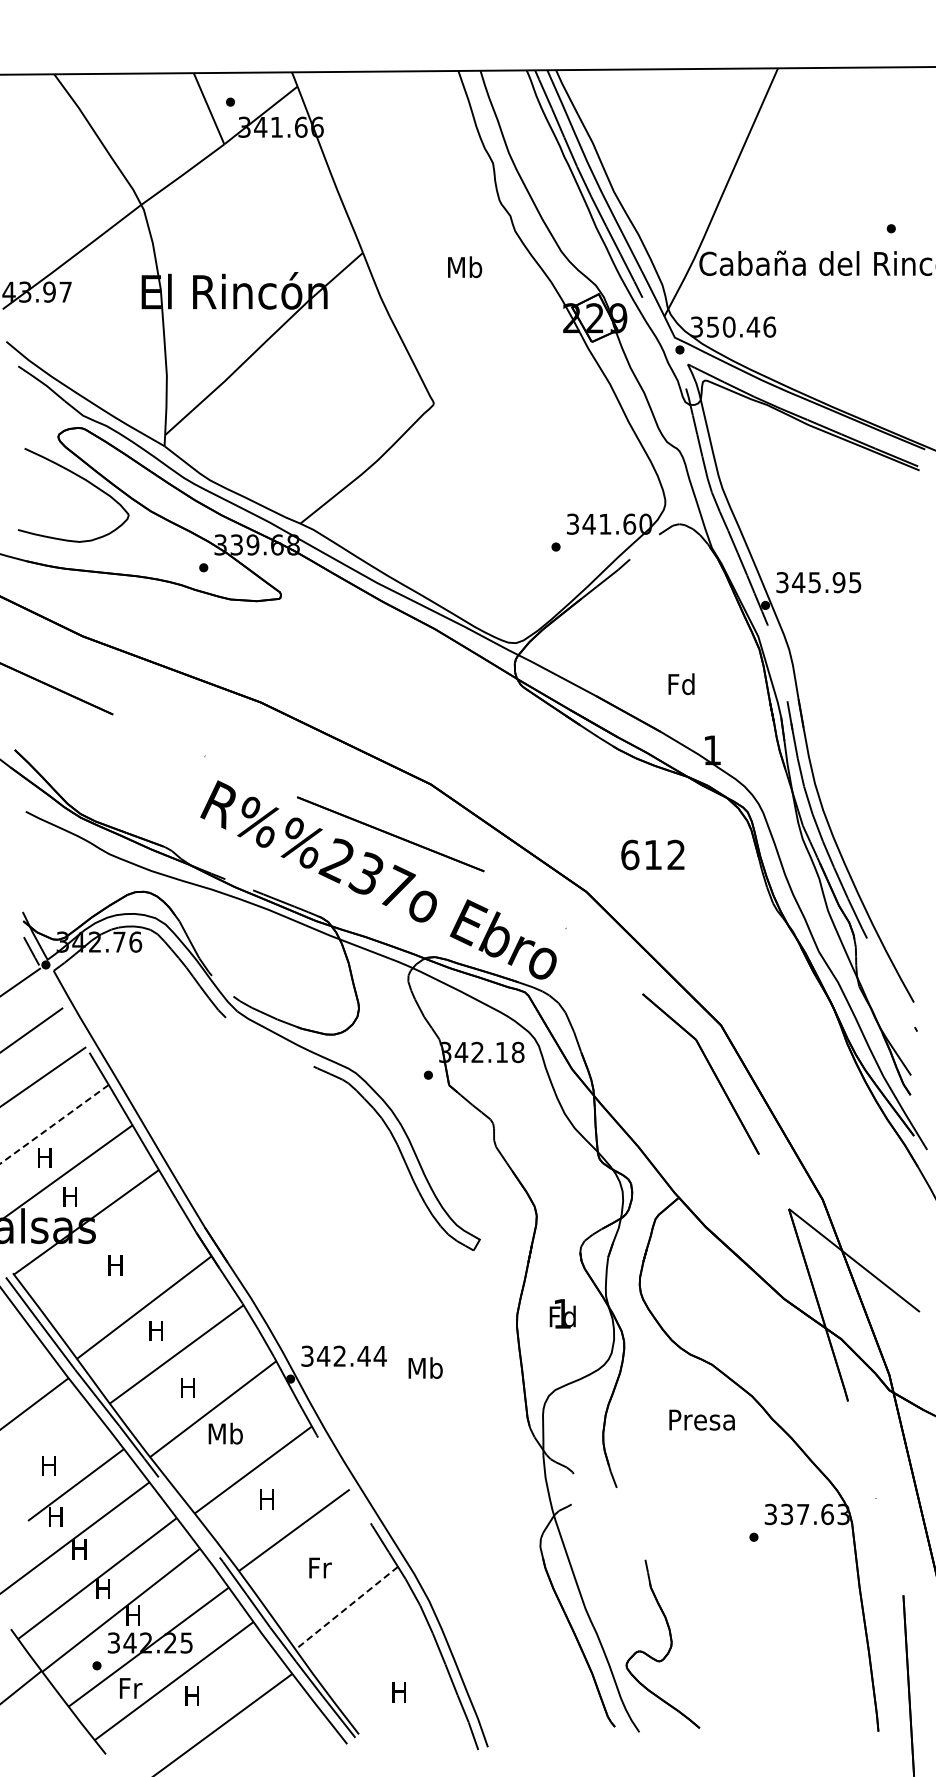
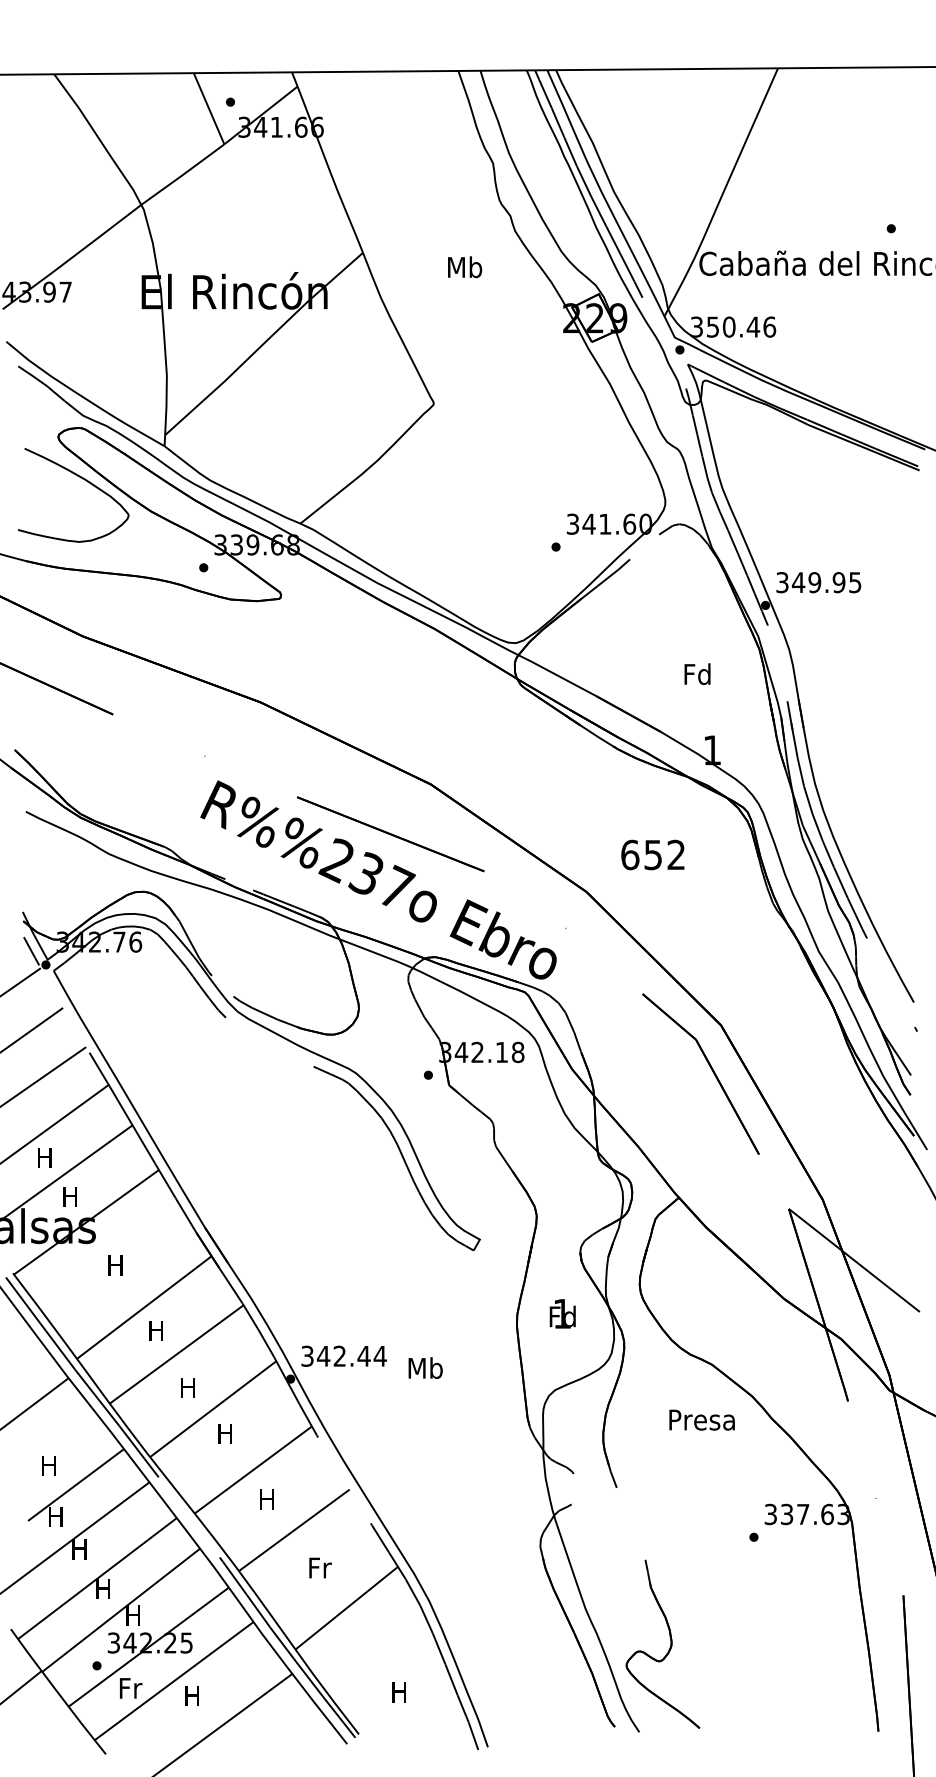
text at (814, 582): 345.95 -> 349.95
text at (681, 684) position: (681, 684) -> (697, 674)
text at (652, 855): 612 -> 652
line at (54, 1124): dashed -> solid
text at (225, 1433): Mb -> H
line at (346, 1608): dashed -> solid
